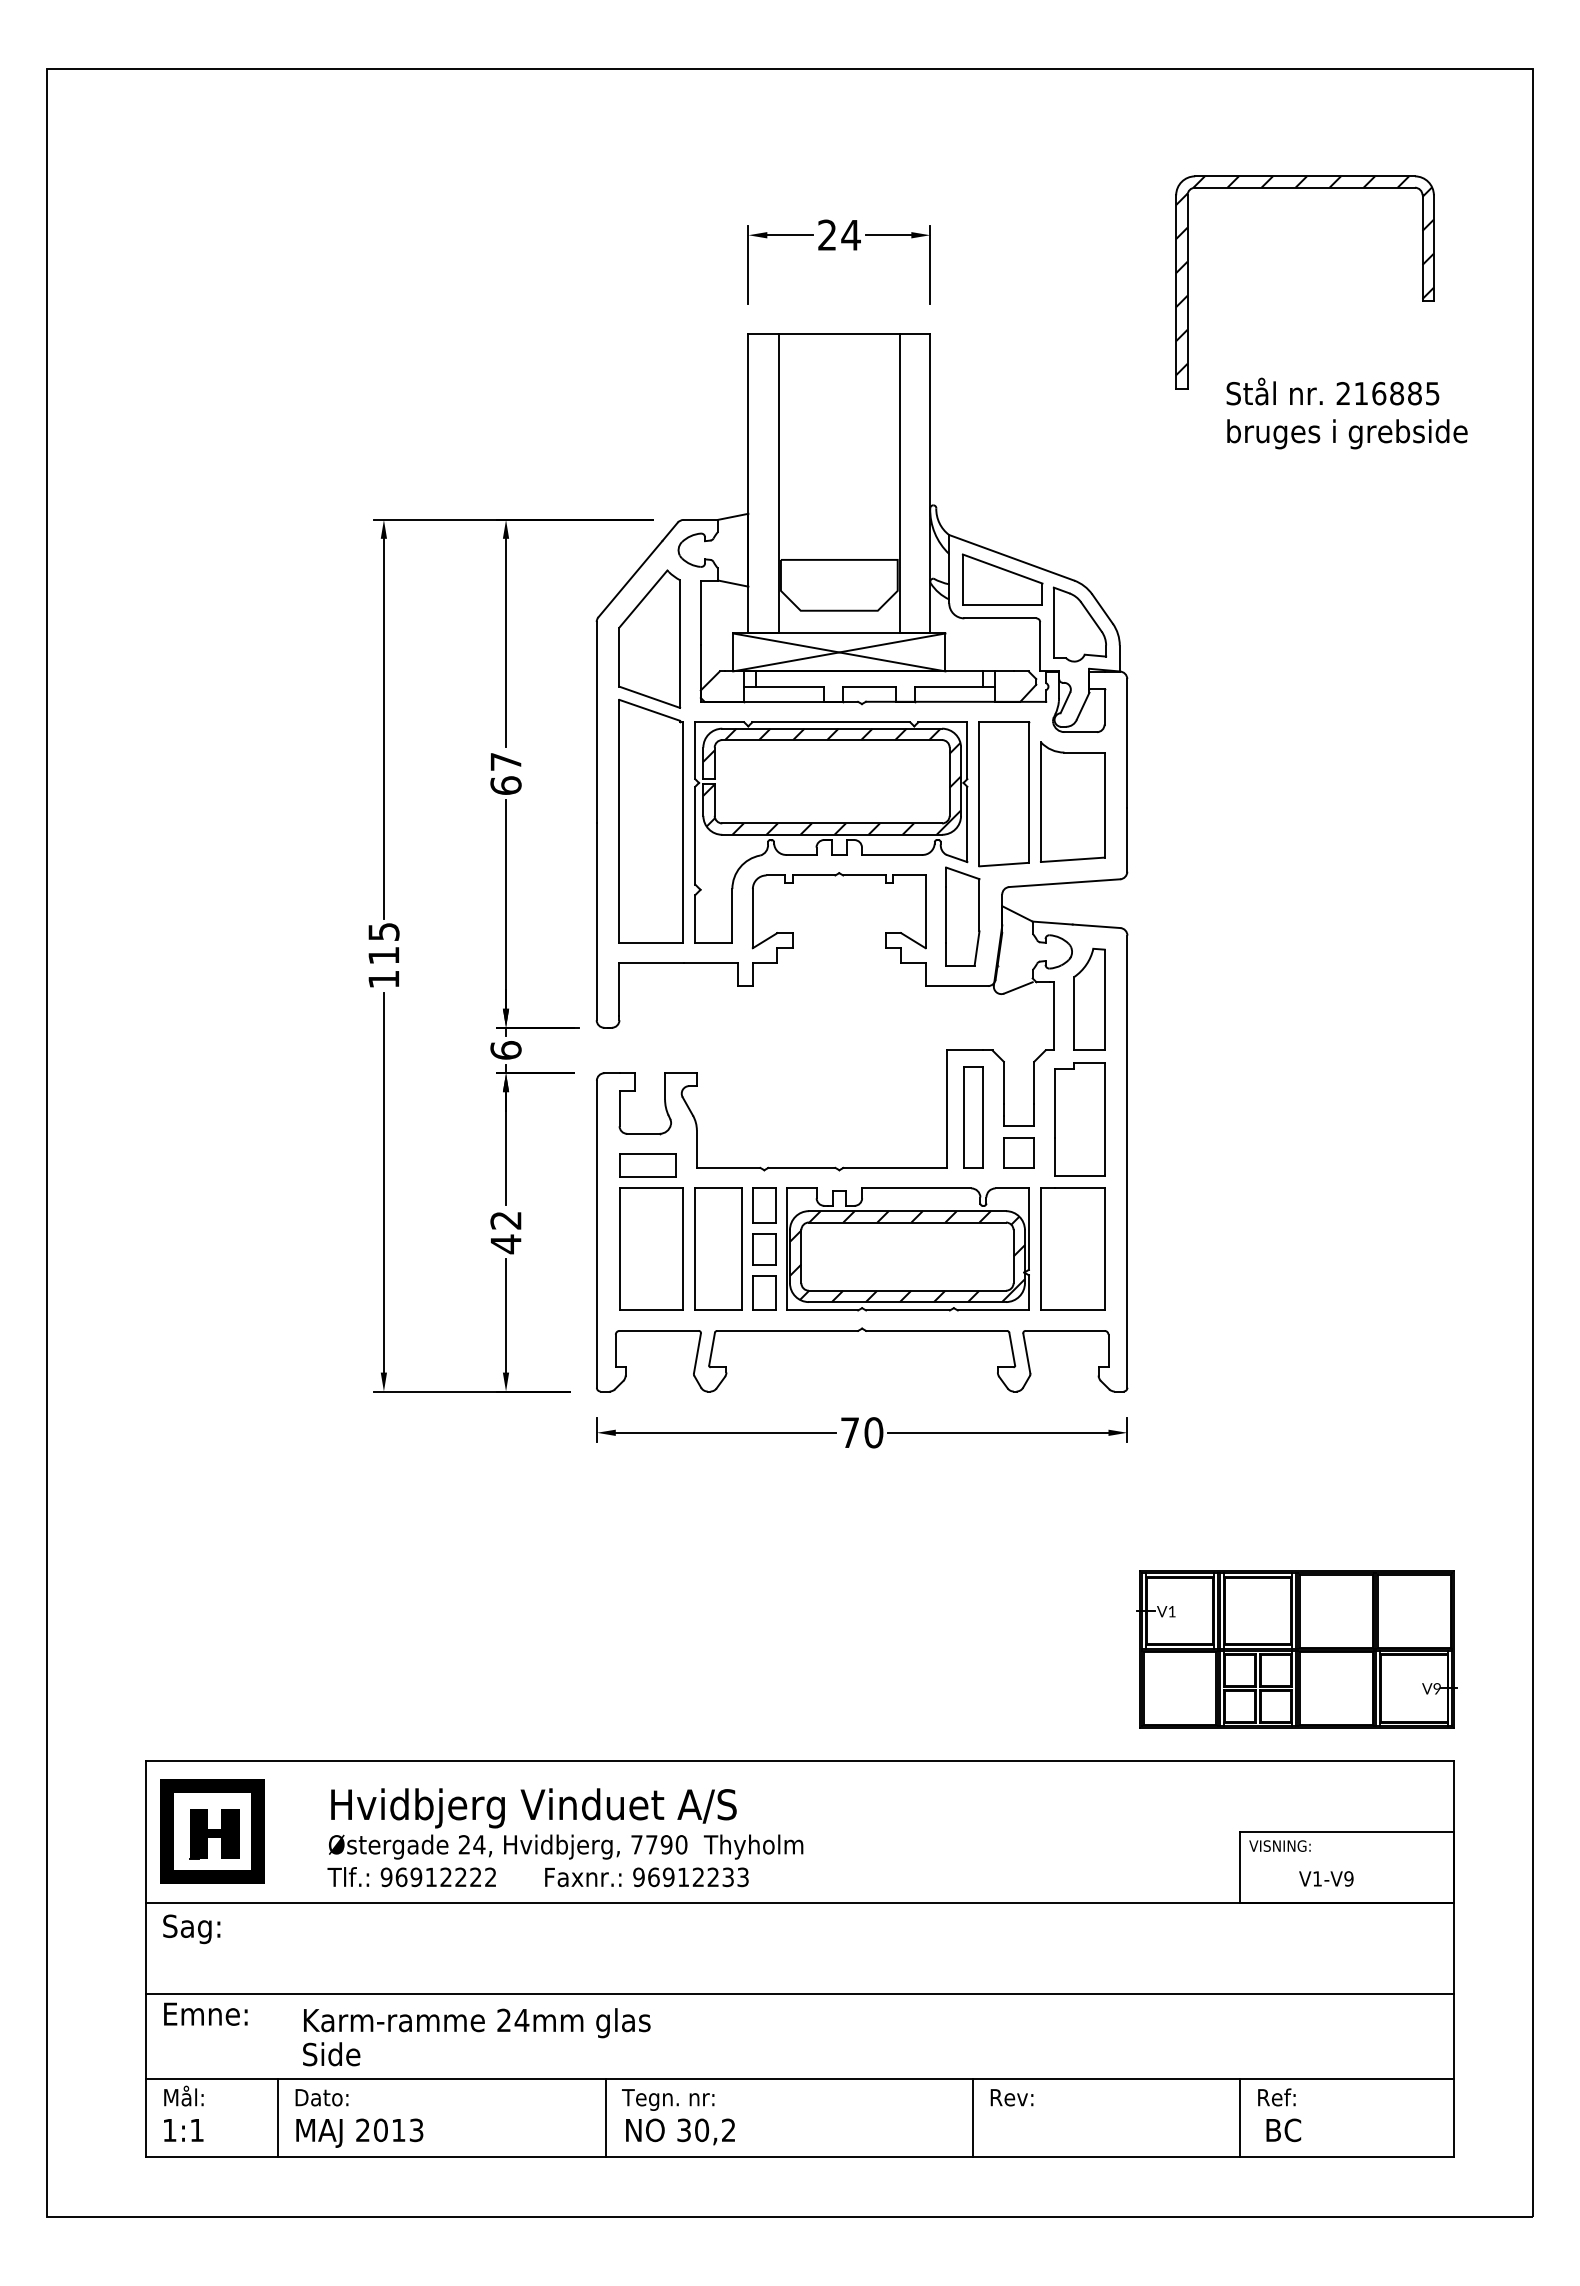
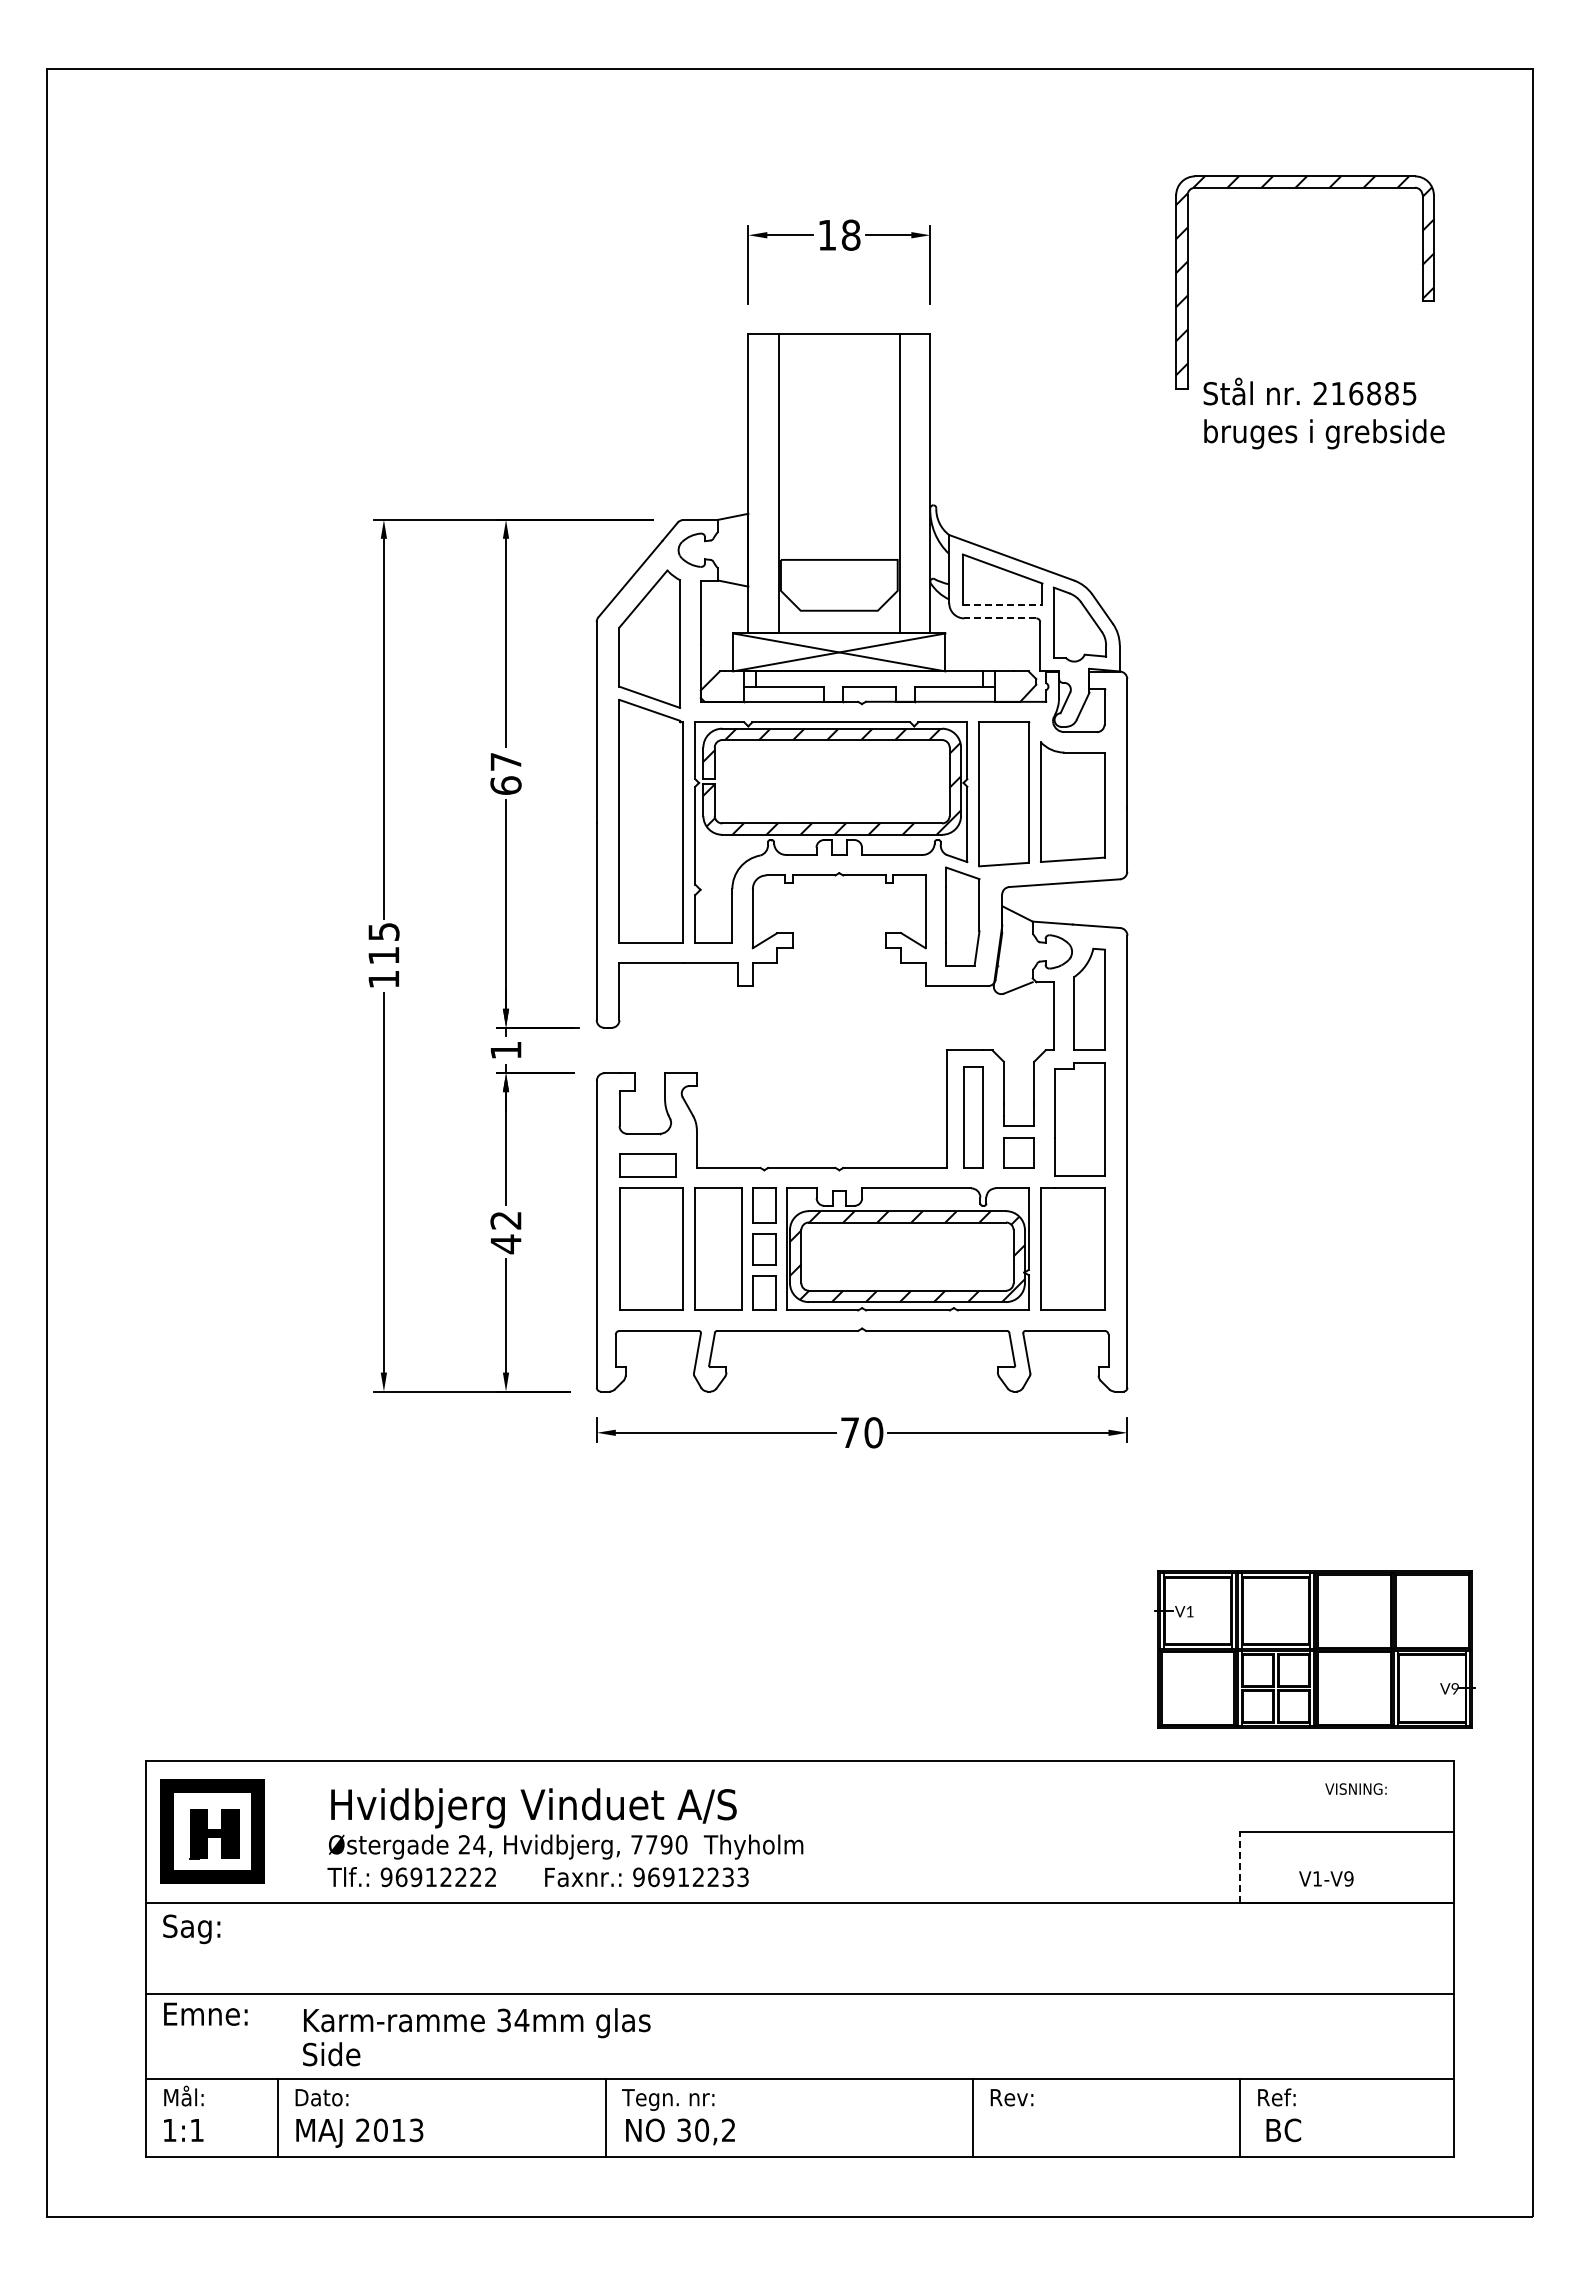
text at (839, 234): 24 -> 18
text at (1346, 413) position: (1346, 413) -> (1323, 413)
line at (1002, 604): solid -> dashed
line at (999, 618): solid -> dashed
text at (505, 1050): 6 -> 1
part at (1296, 1649) position: (1296, 1649) -> (1314, 1649)
text at (1279, 1845) position: (1279, 1845) -> (1355, 1788)
line at (1240, 1867): solid -> dashed
text at (503, 2020): 24mm -> 34mm
